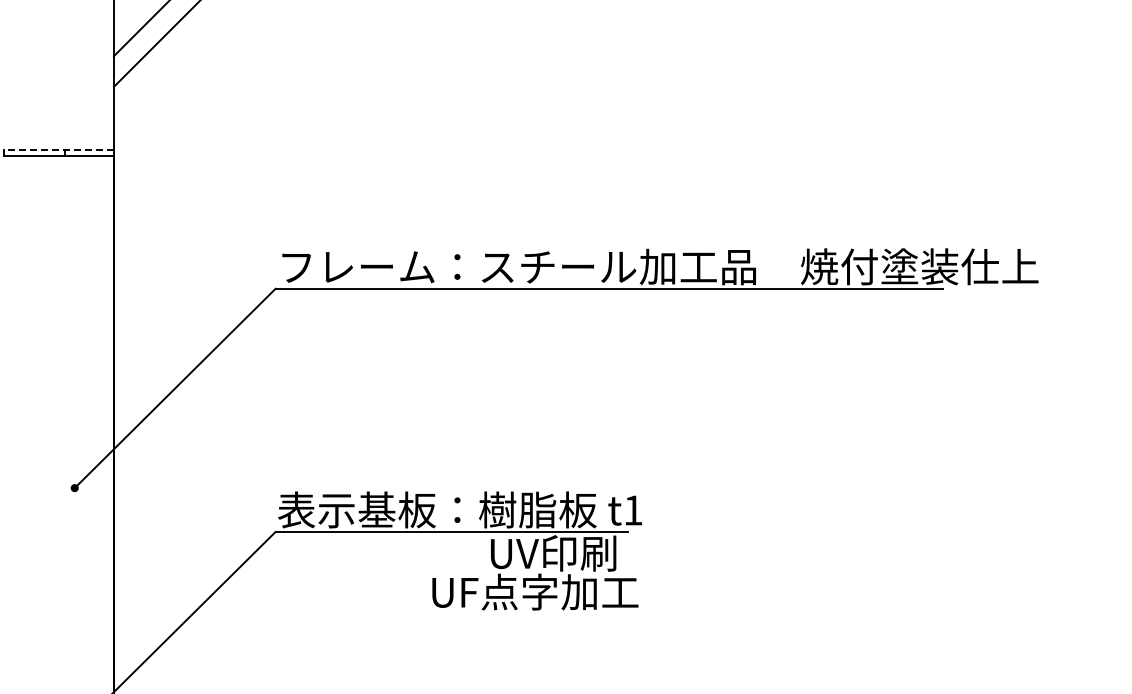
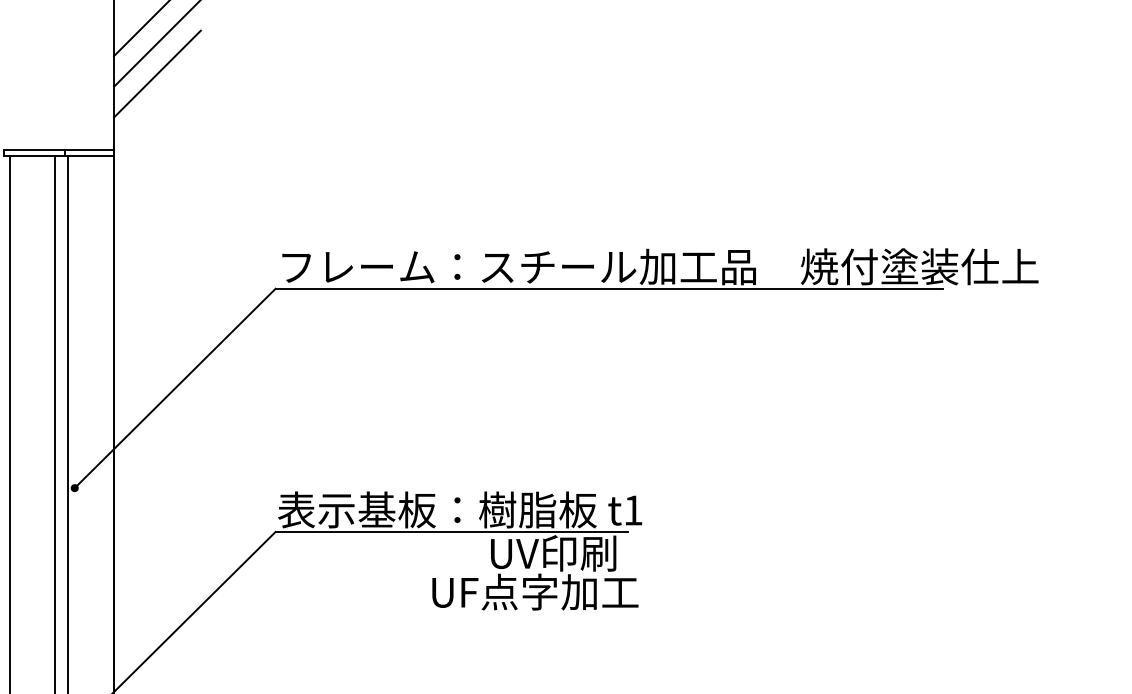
line at (157, 73): none -> present
line at (58, 150): dashed -> solid
line at (9, 422): none -> present
line at (55, 422): none -> present
line at (67, 422): none -> present
